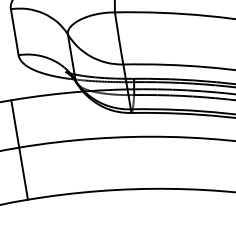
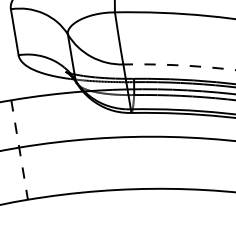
arc at (179, 65): solid -> dashed
line at (19, 150): solid -> dashed
